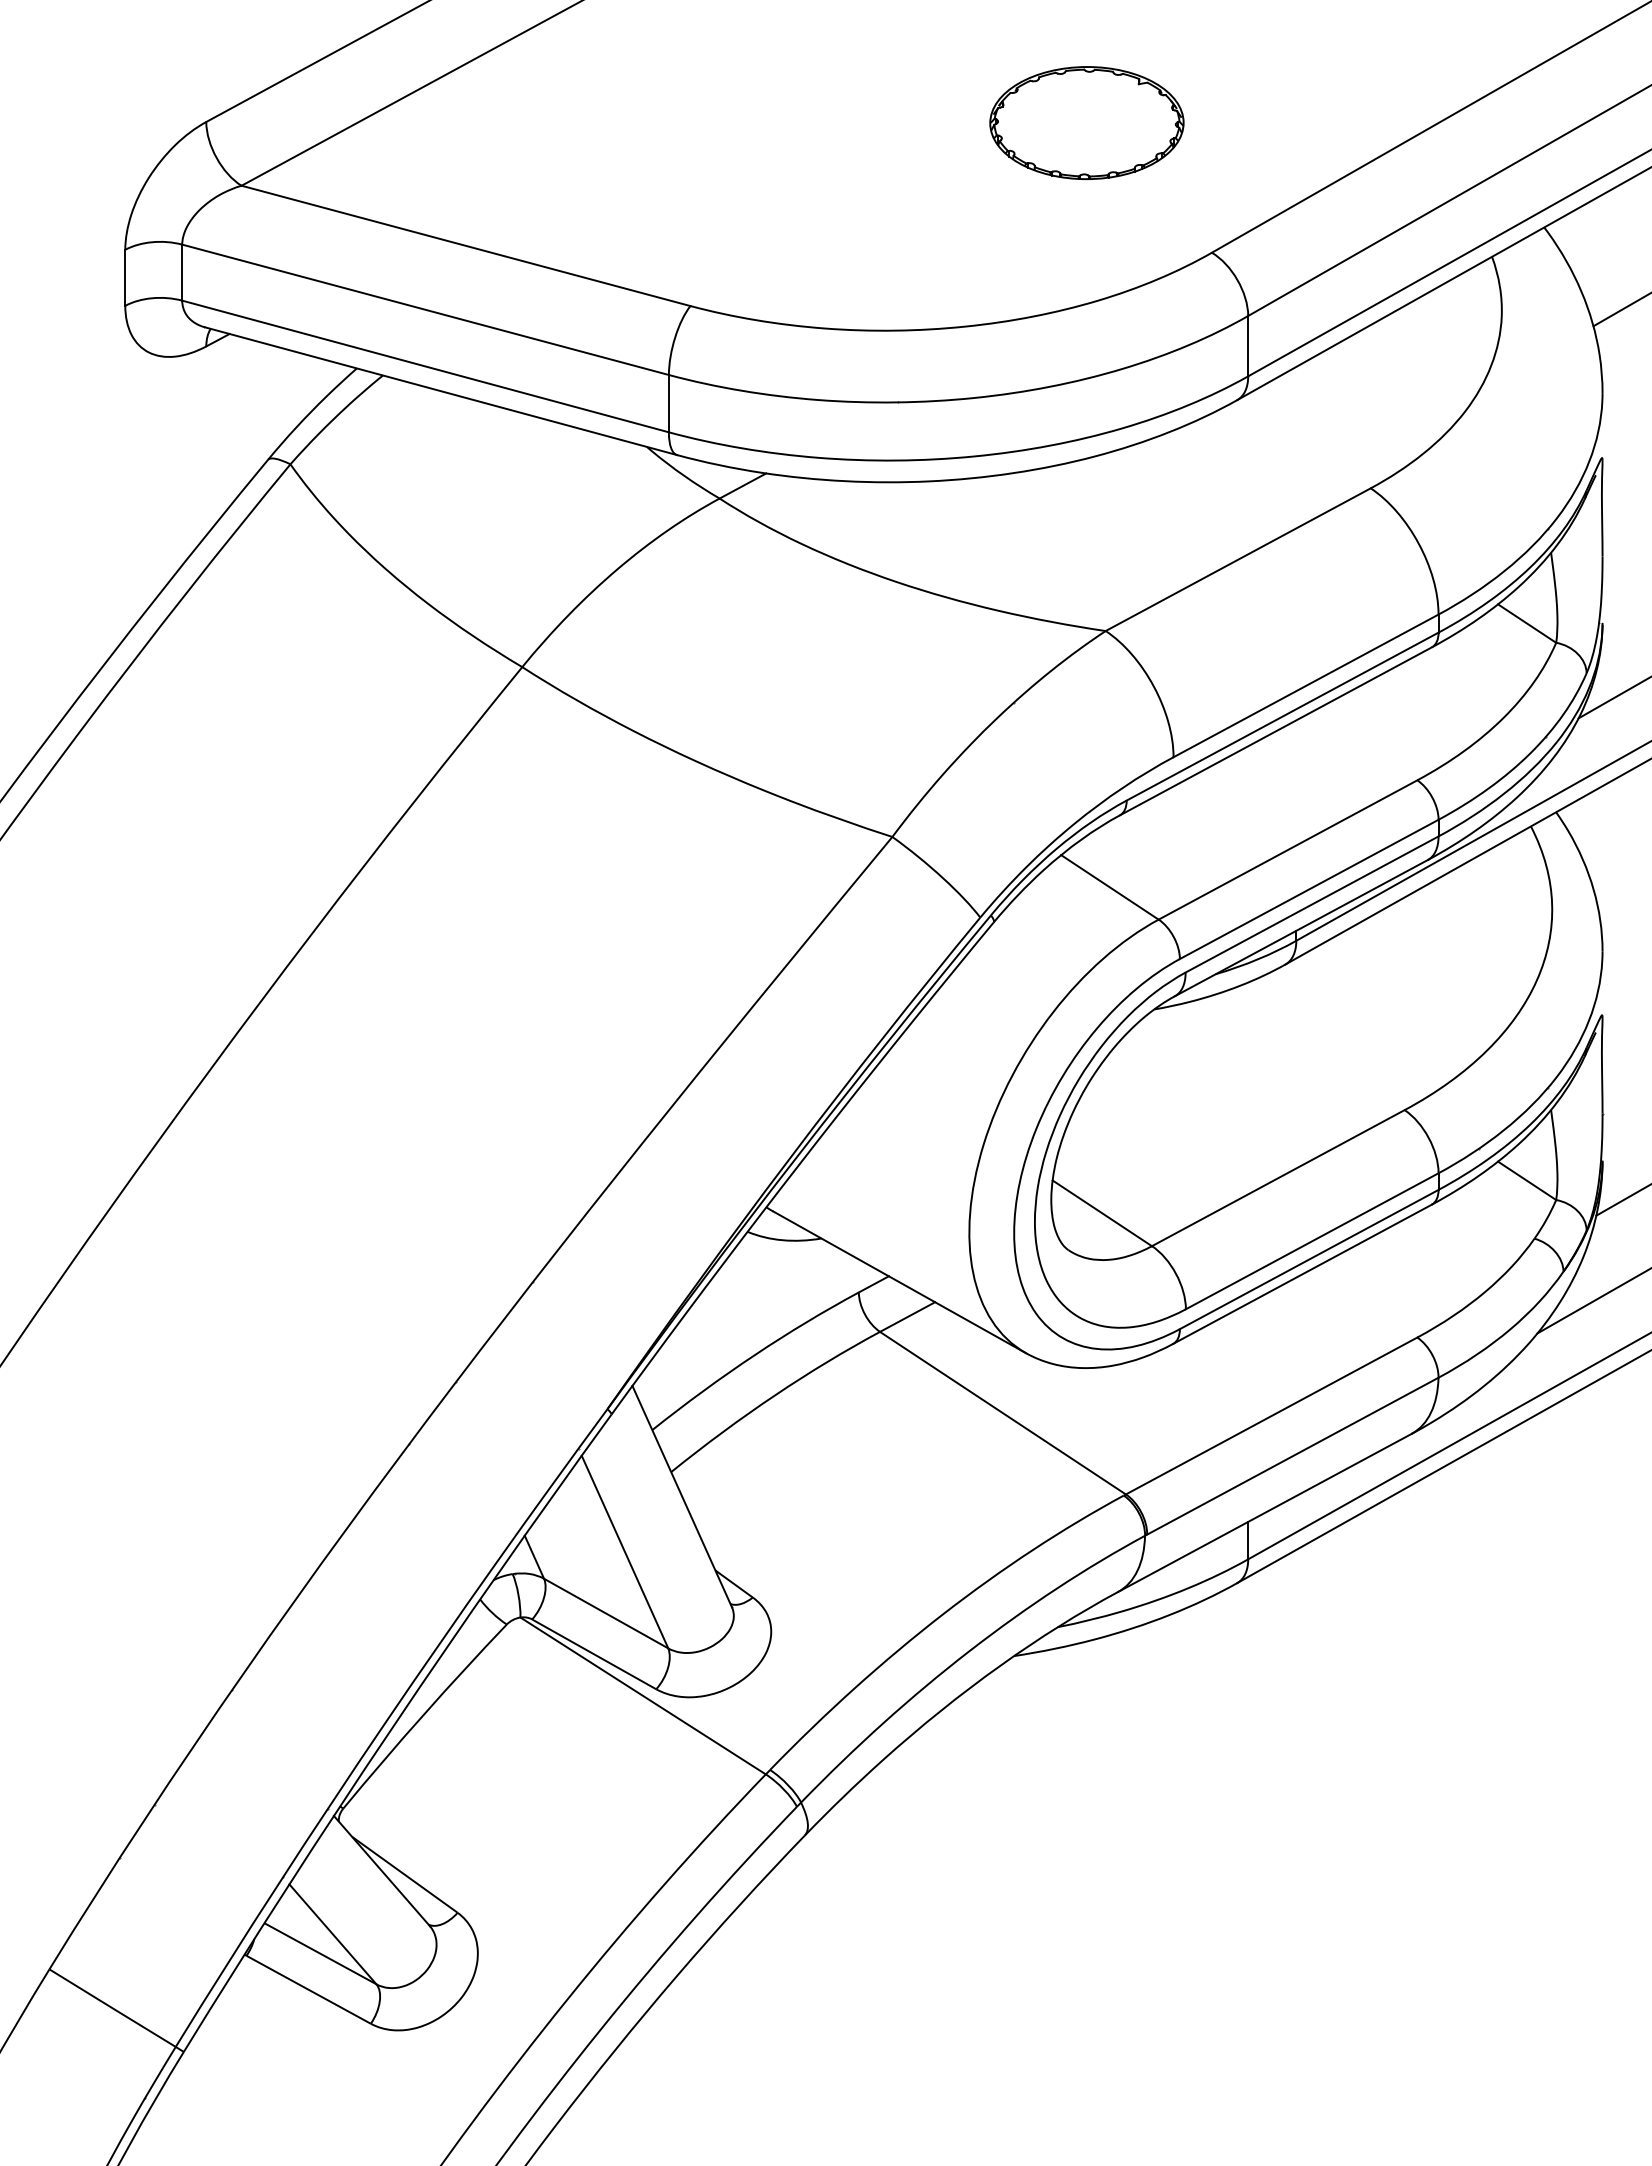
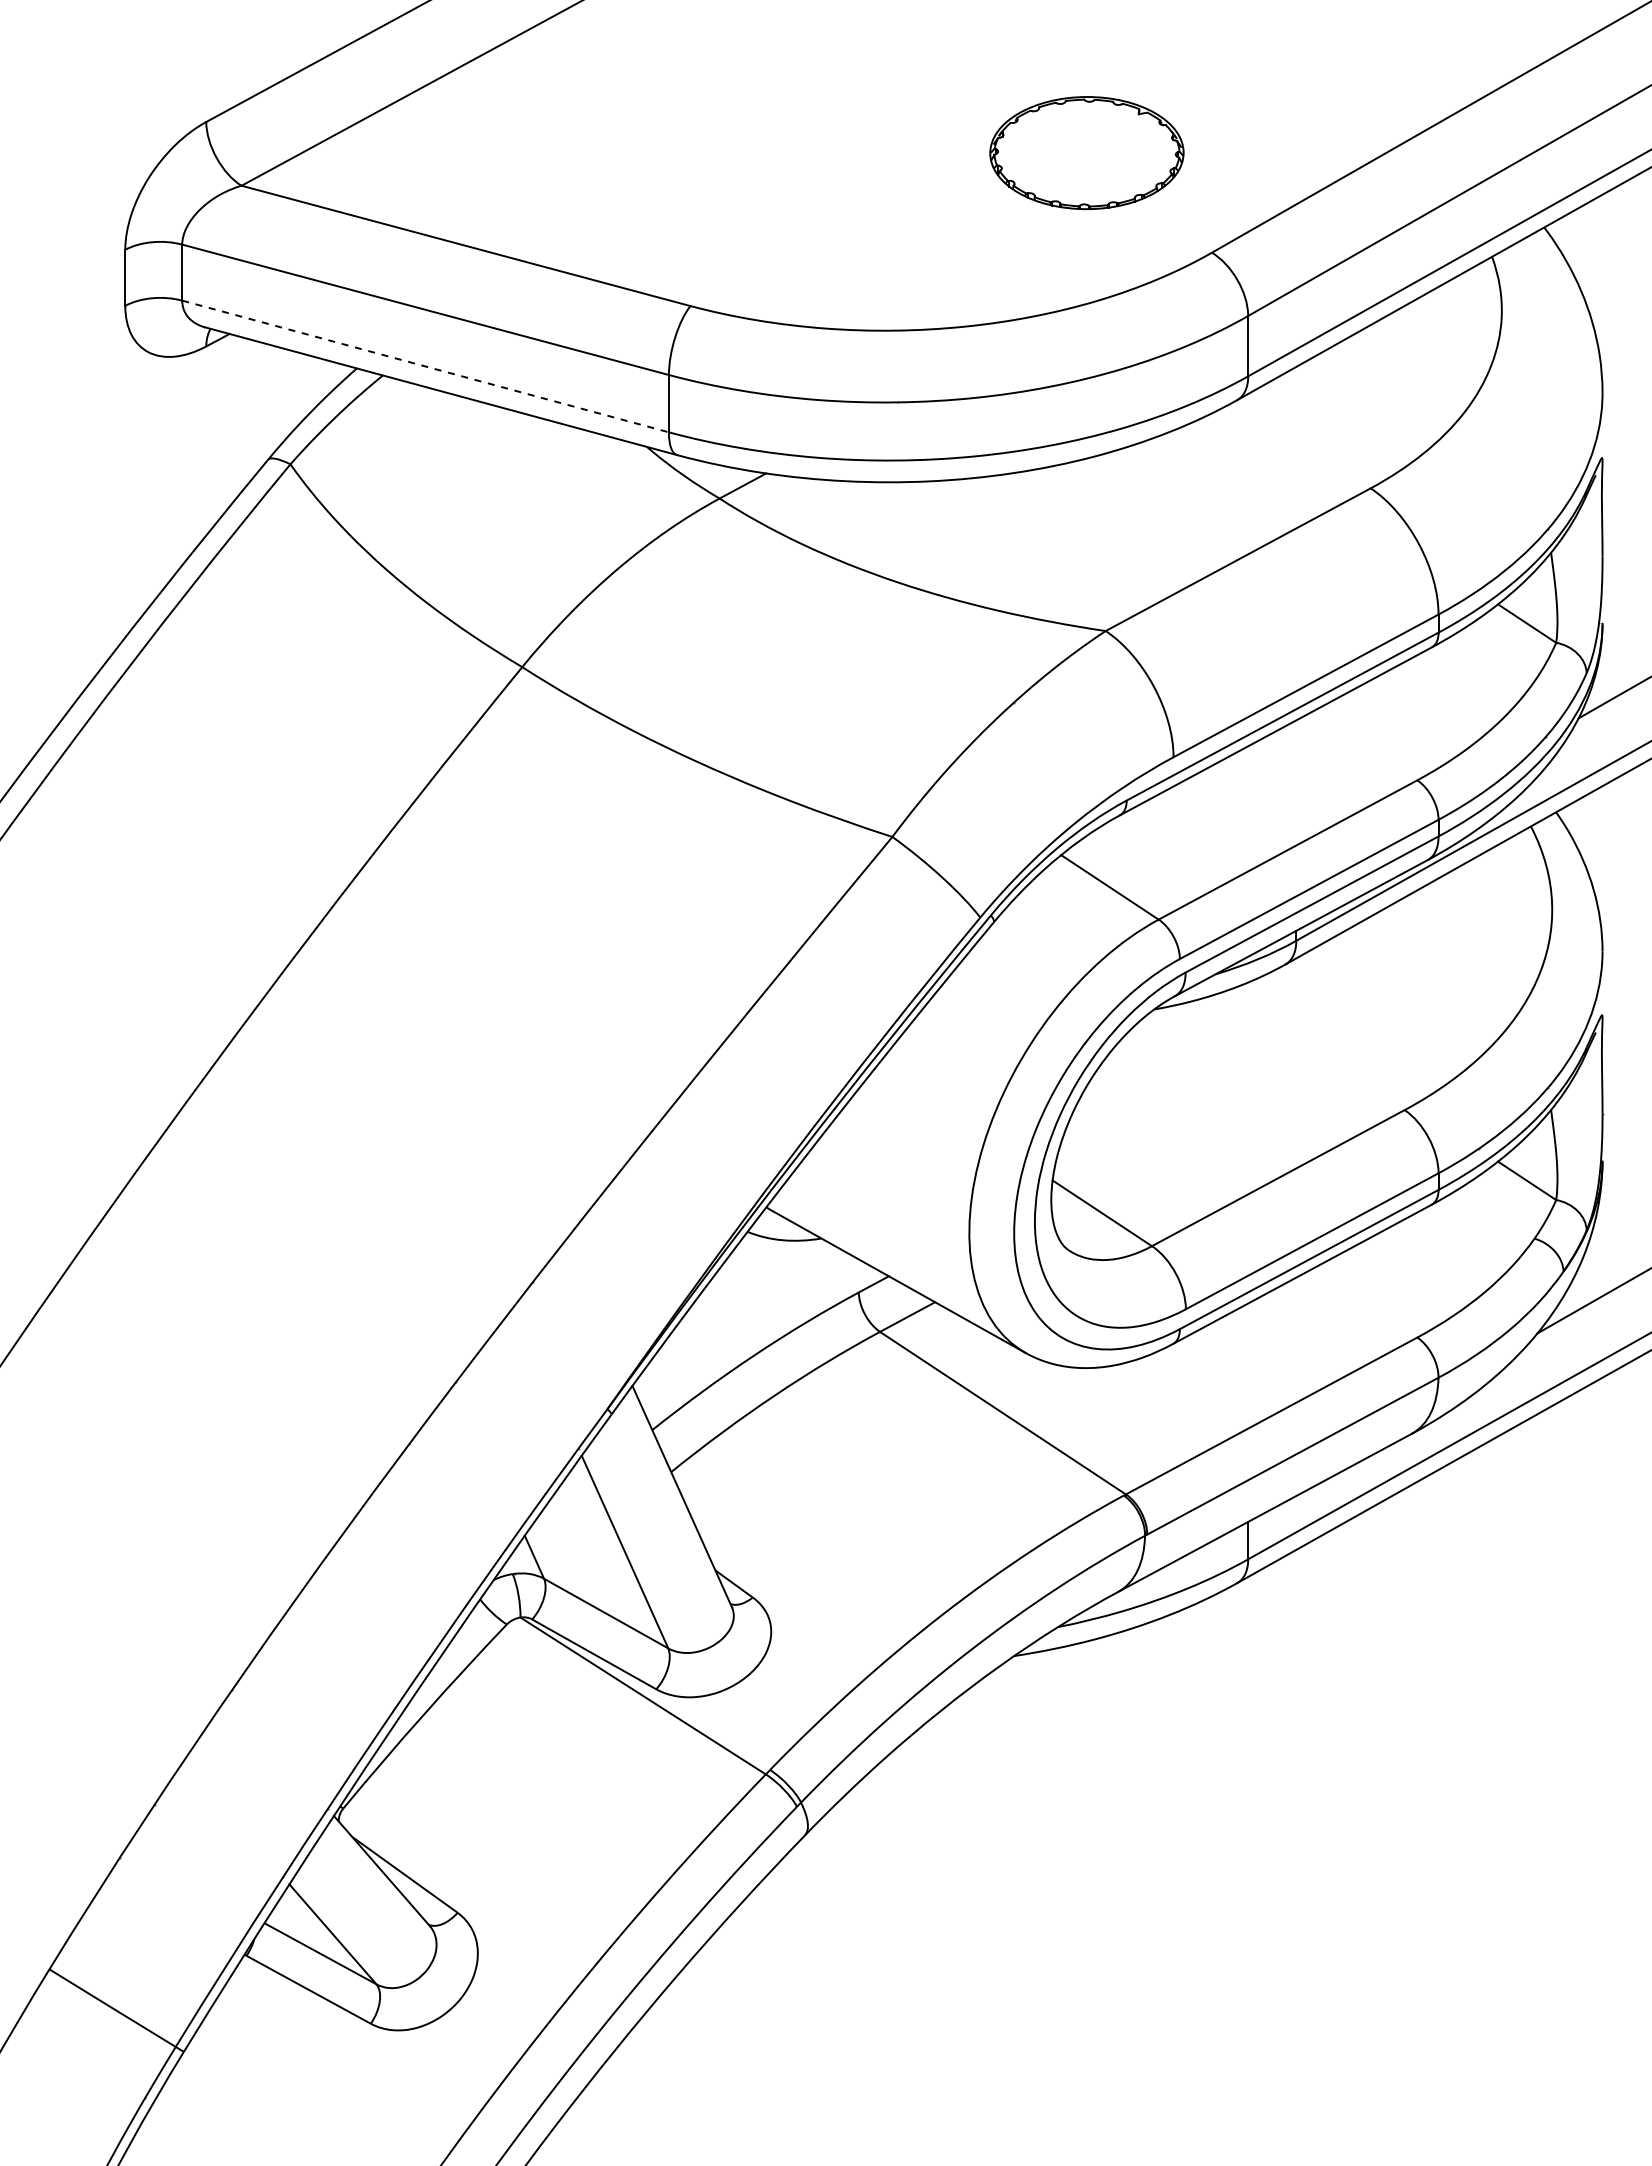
part at (1086, 122) position: (1086, 122) -> (1086, 152)
line at (1620, 310): present -> none
line at (426, 366): solid -> dashed
line at (1622, 1200): present -> none
